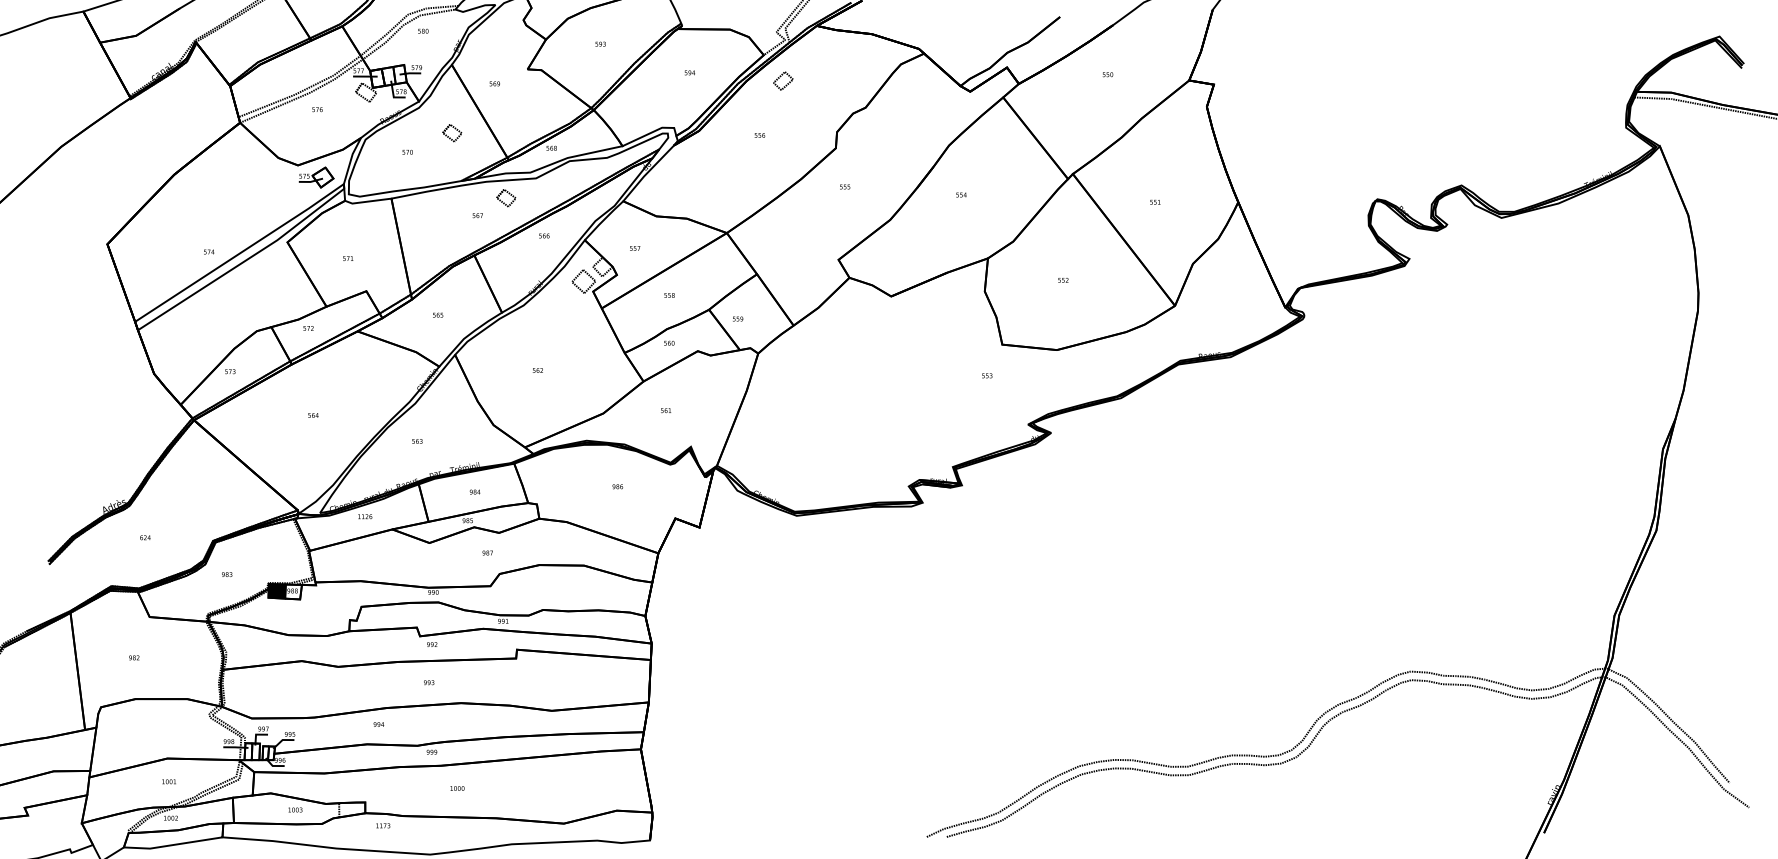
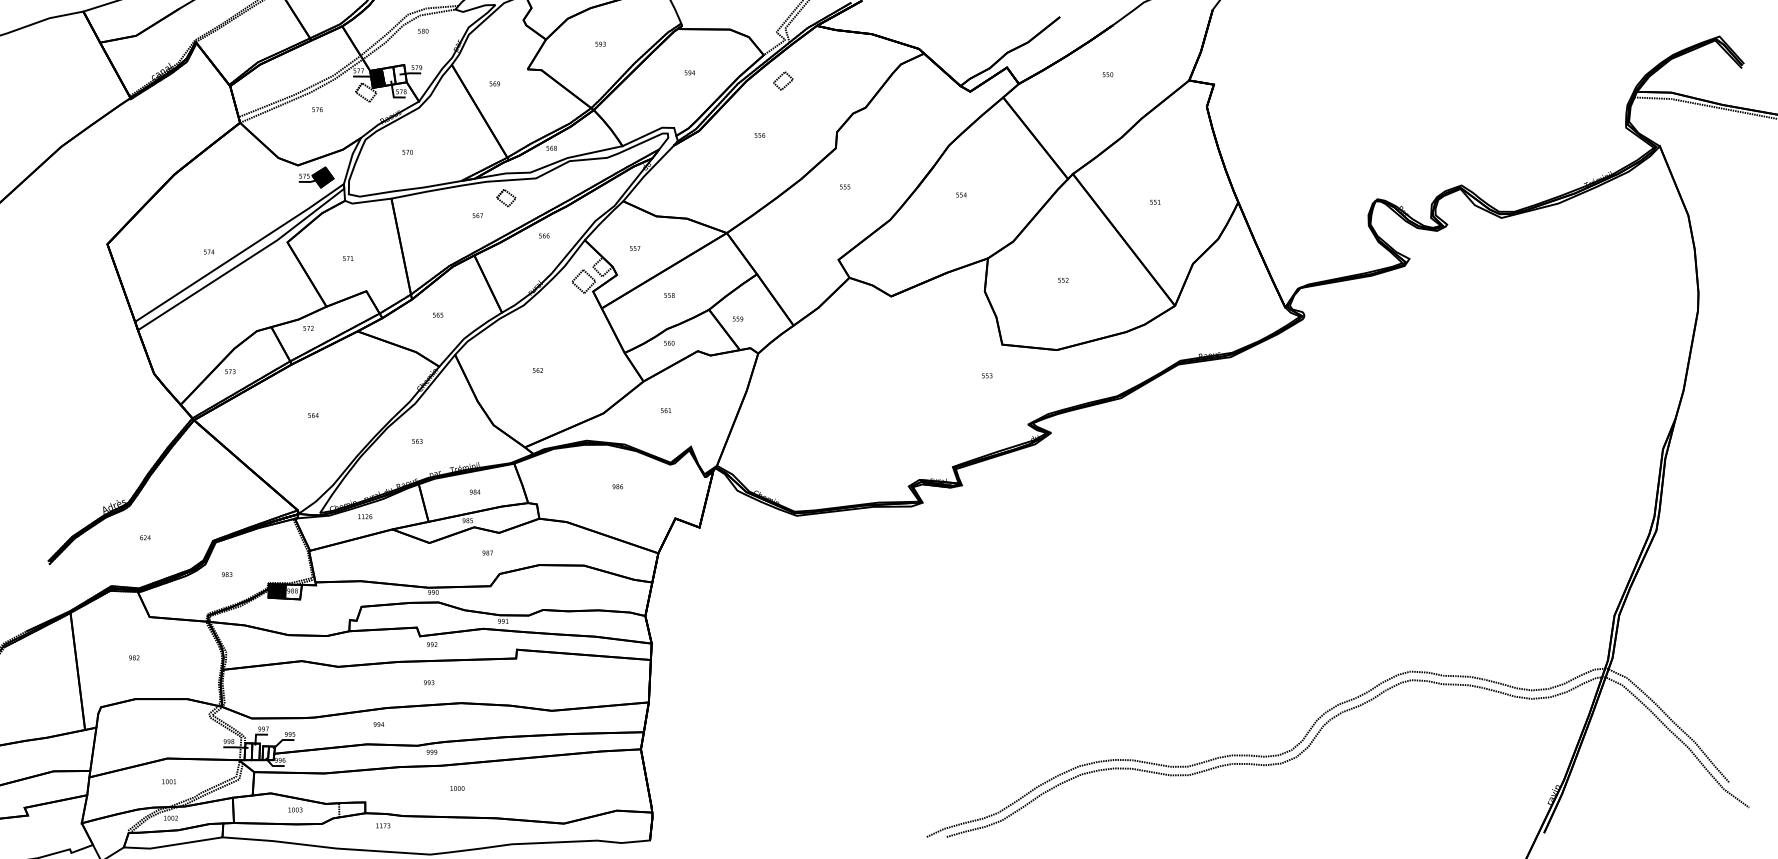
fill at (377, 77): none -> present
part at (452, 133): present -> none
fill at (322, 177): none -> present
